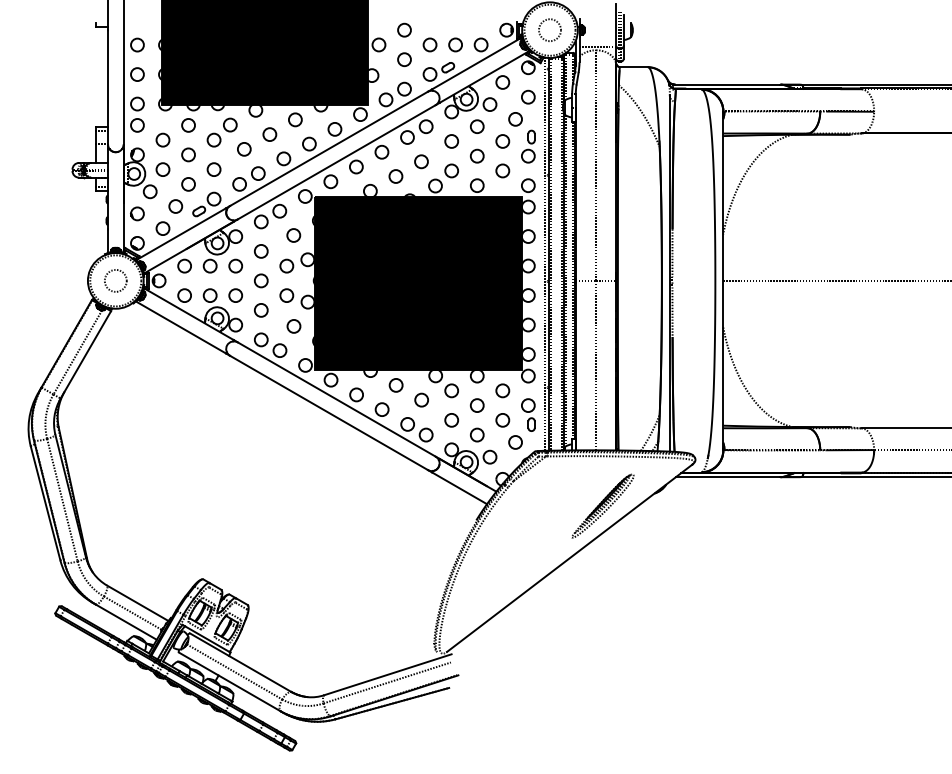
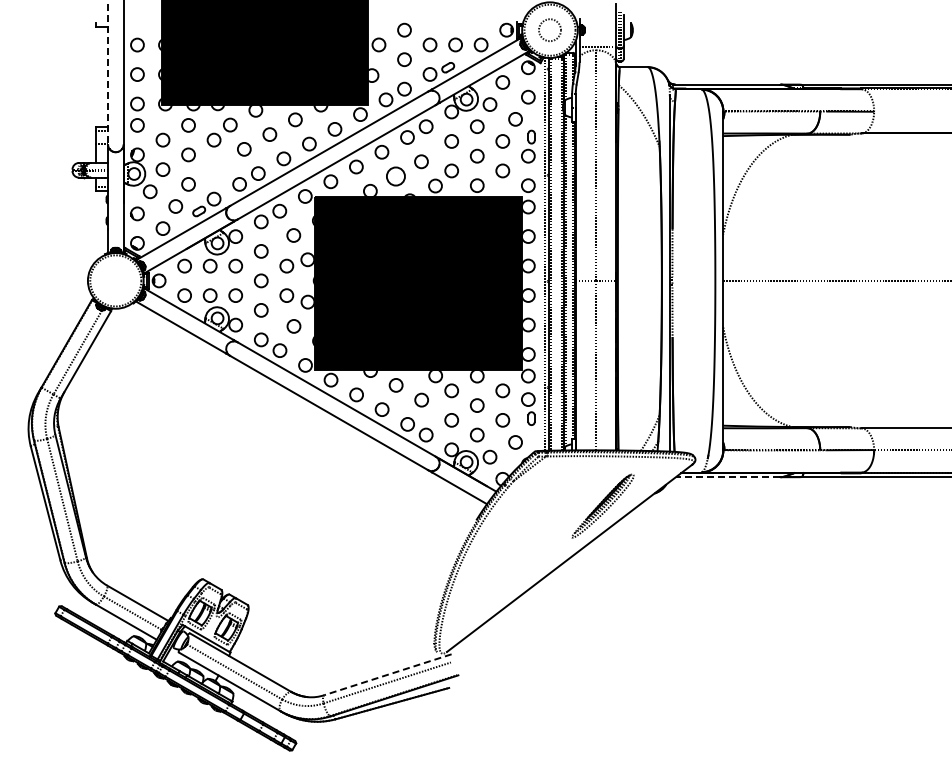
line at (108, 72): solid -> dashed
circle at (213, 169): present -> none
circle at (395, 176) size: 16x15 px -> 20x21 px
circle at (115, 280): present -> none
part at (528, 414) position: (528, 414) -> (528, 408)
line at (727, 477): solid -> dashed
line at (387, 674): solid -> dashed
